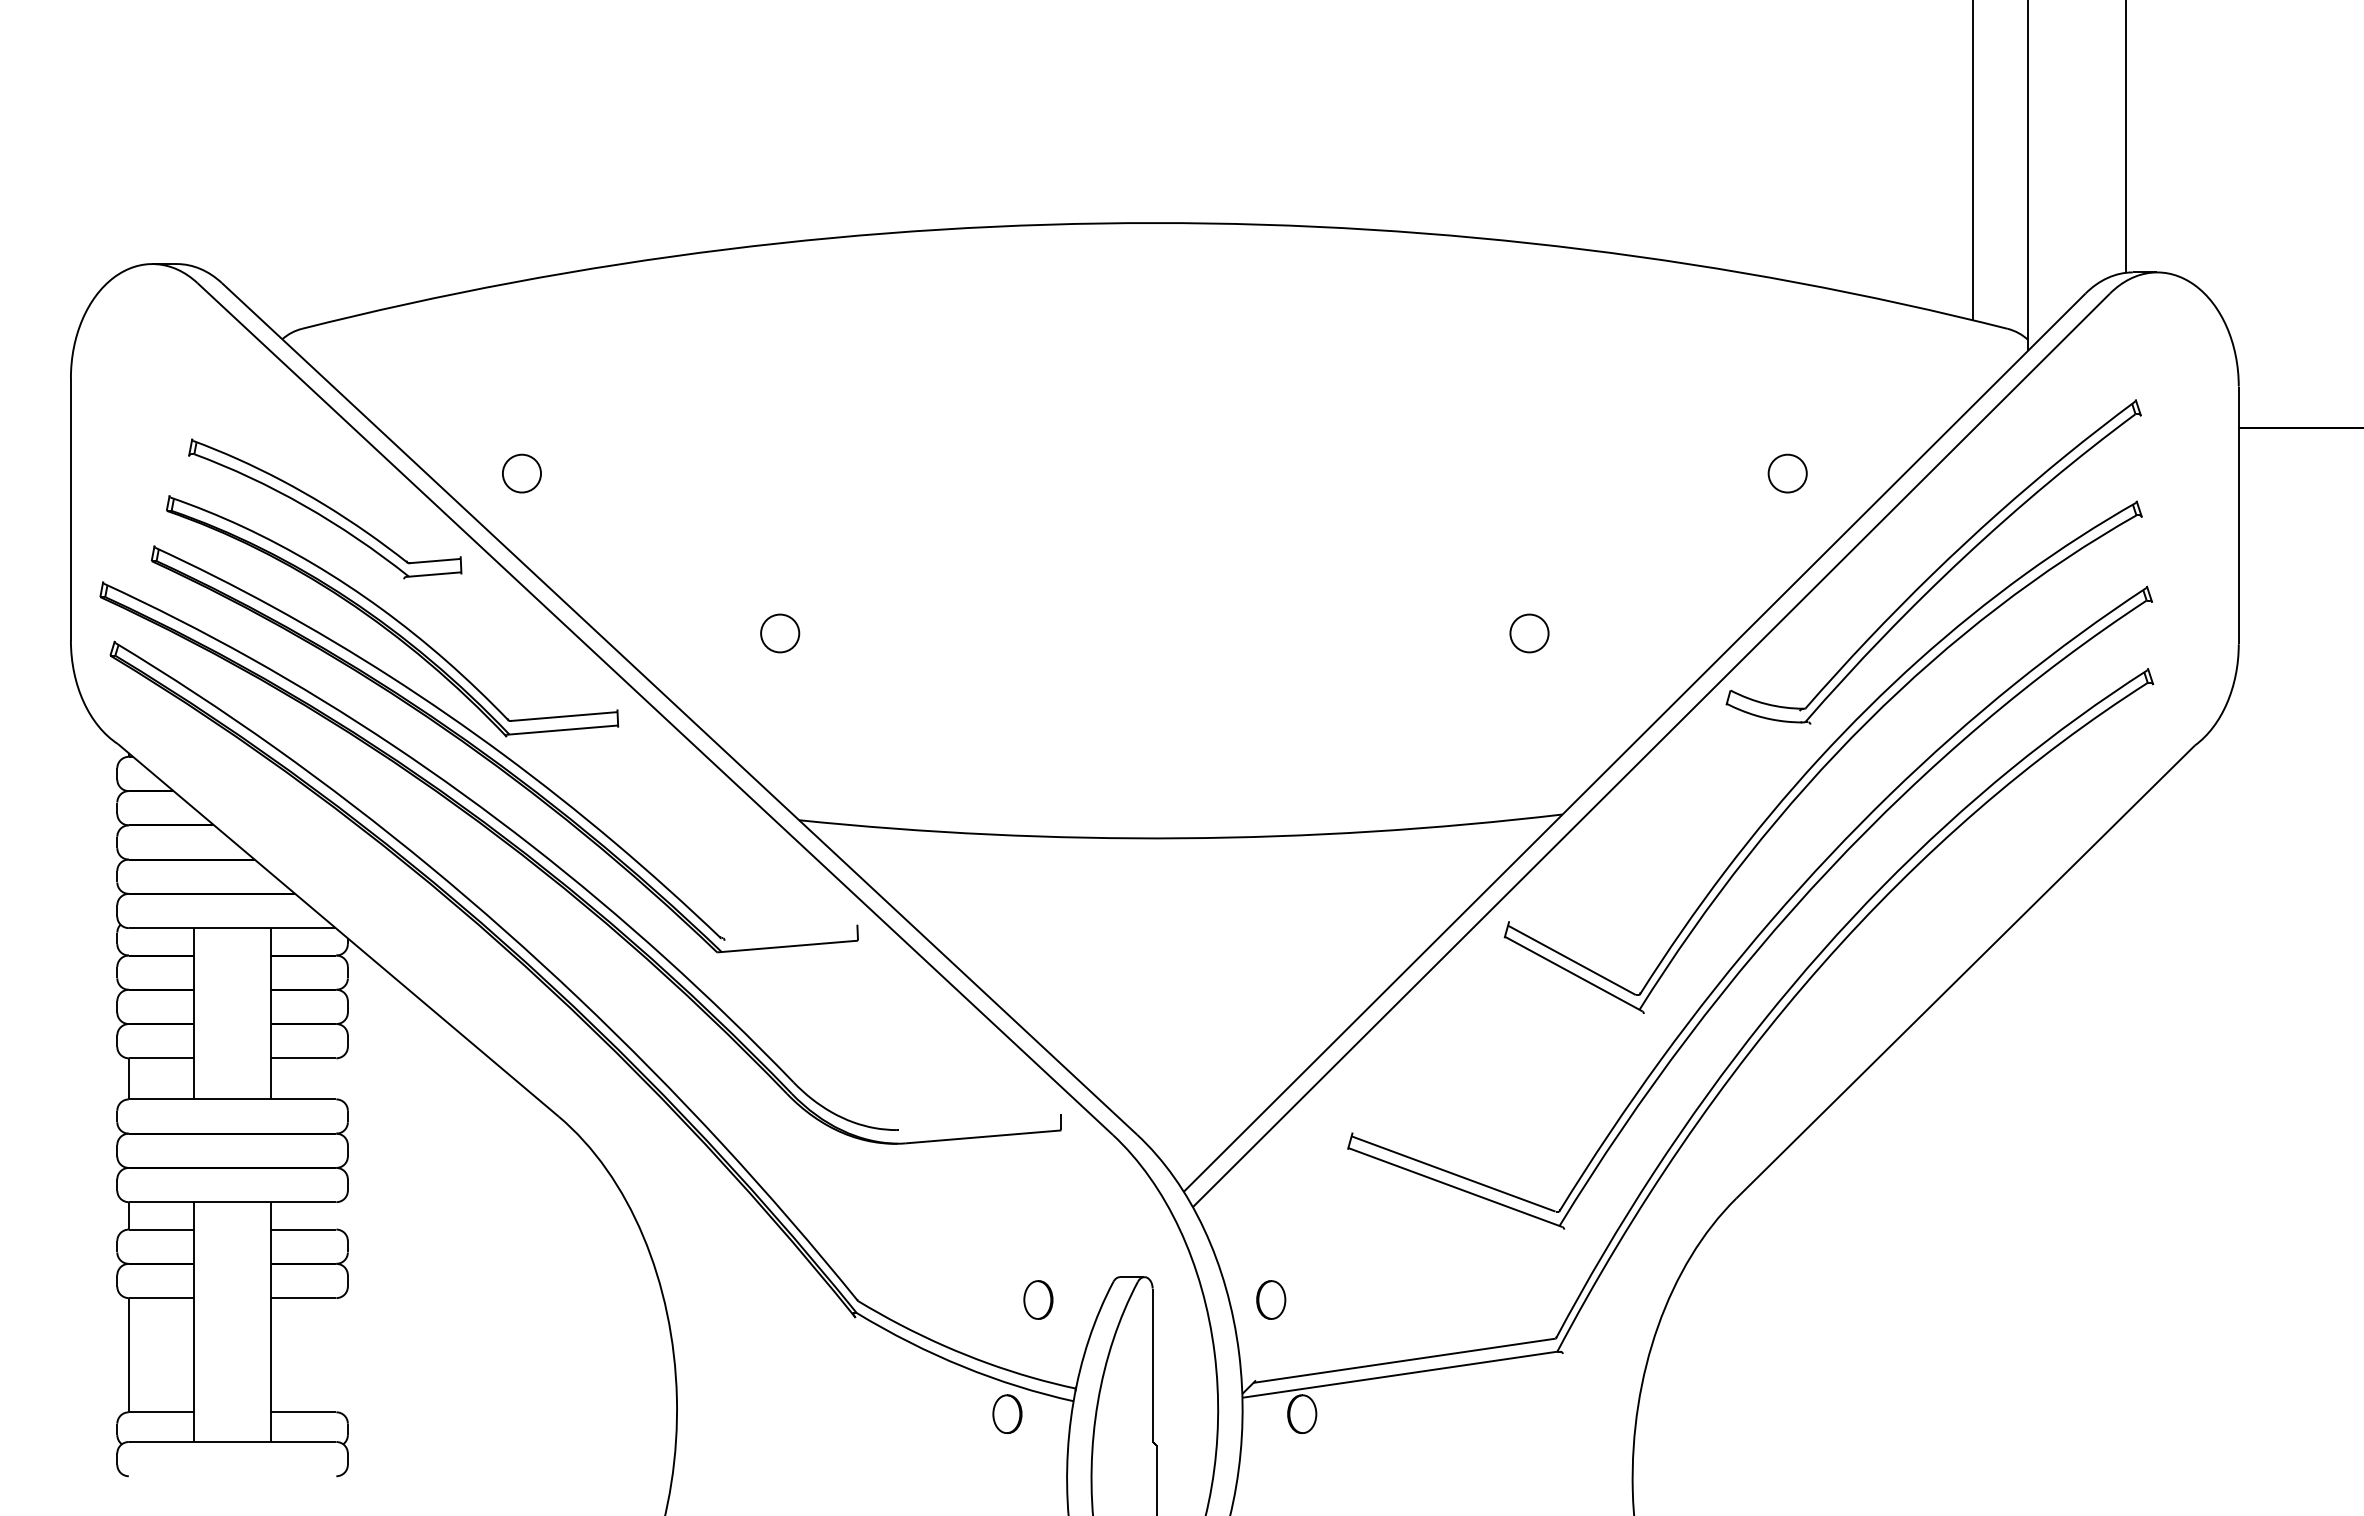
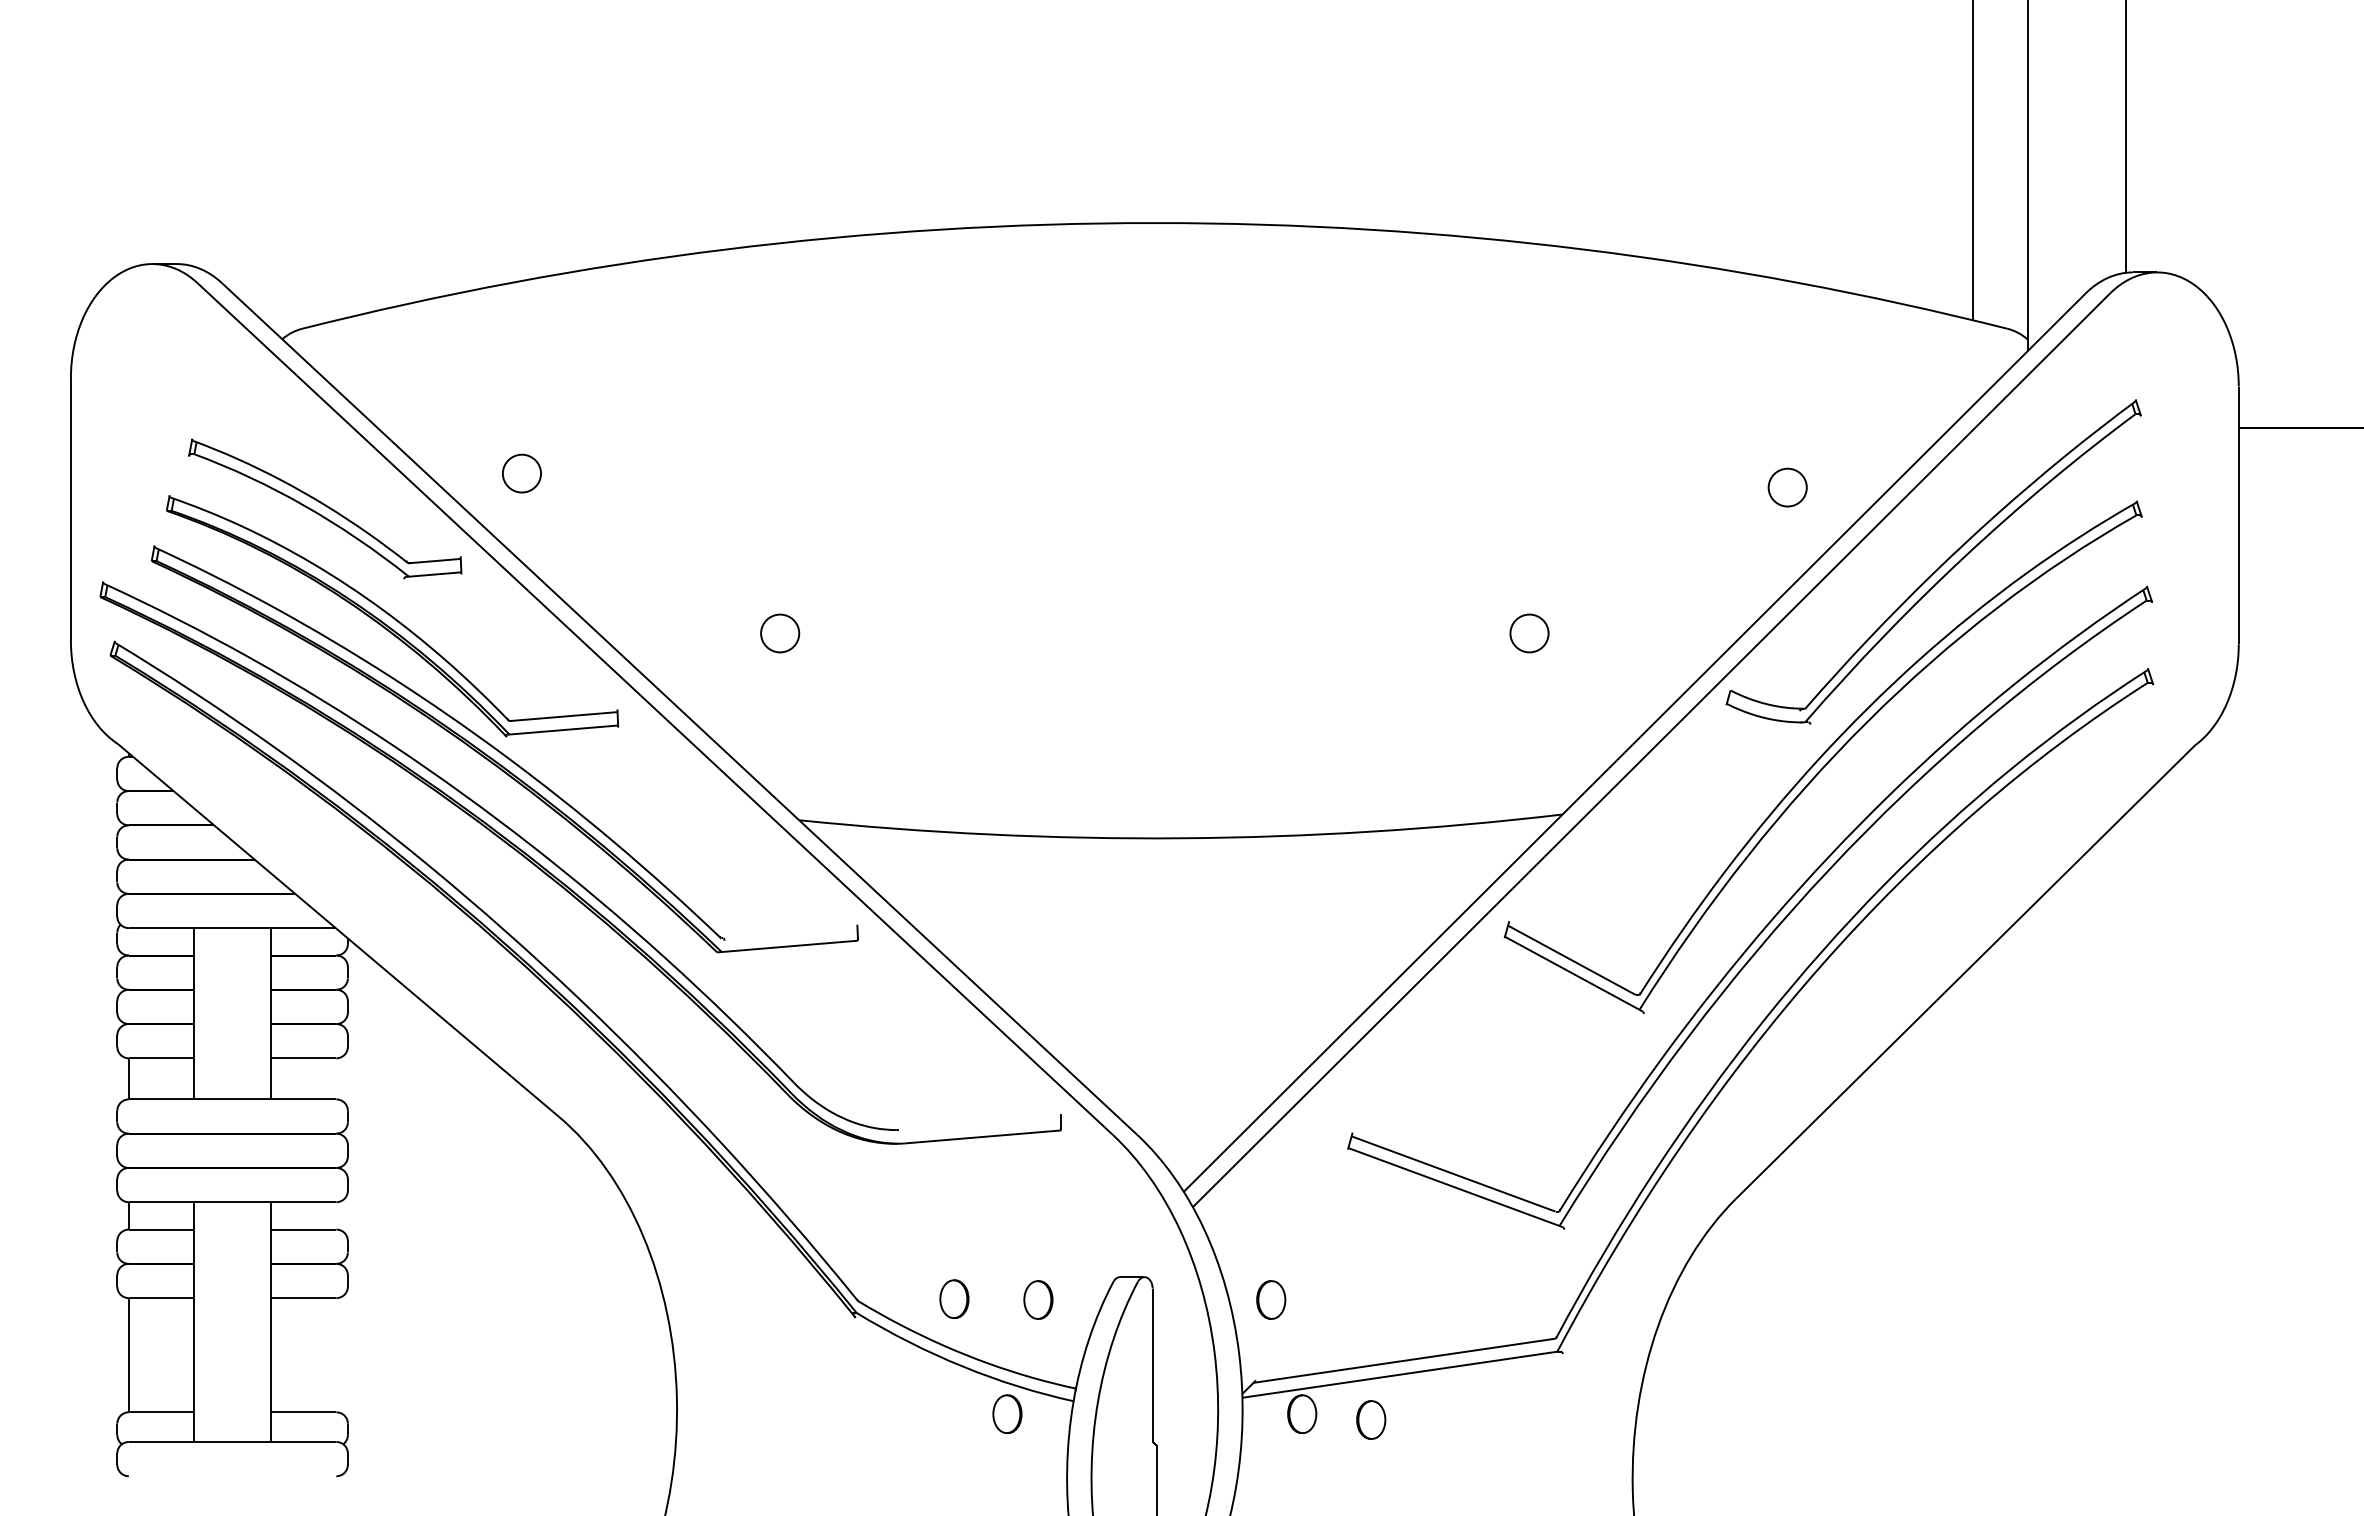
curve at (1783, 456) position: (1783, 456) -> (1783, 470)
part at (954, 1298): none -> present
part at (1371, 1419): none -> present
